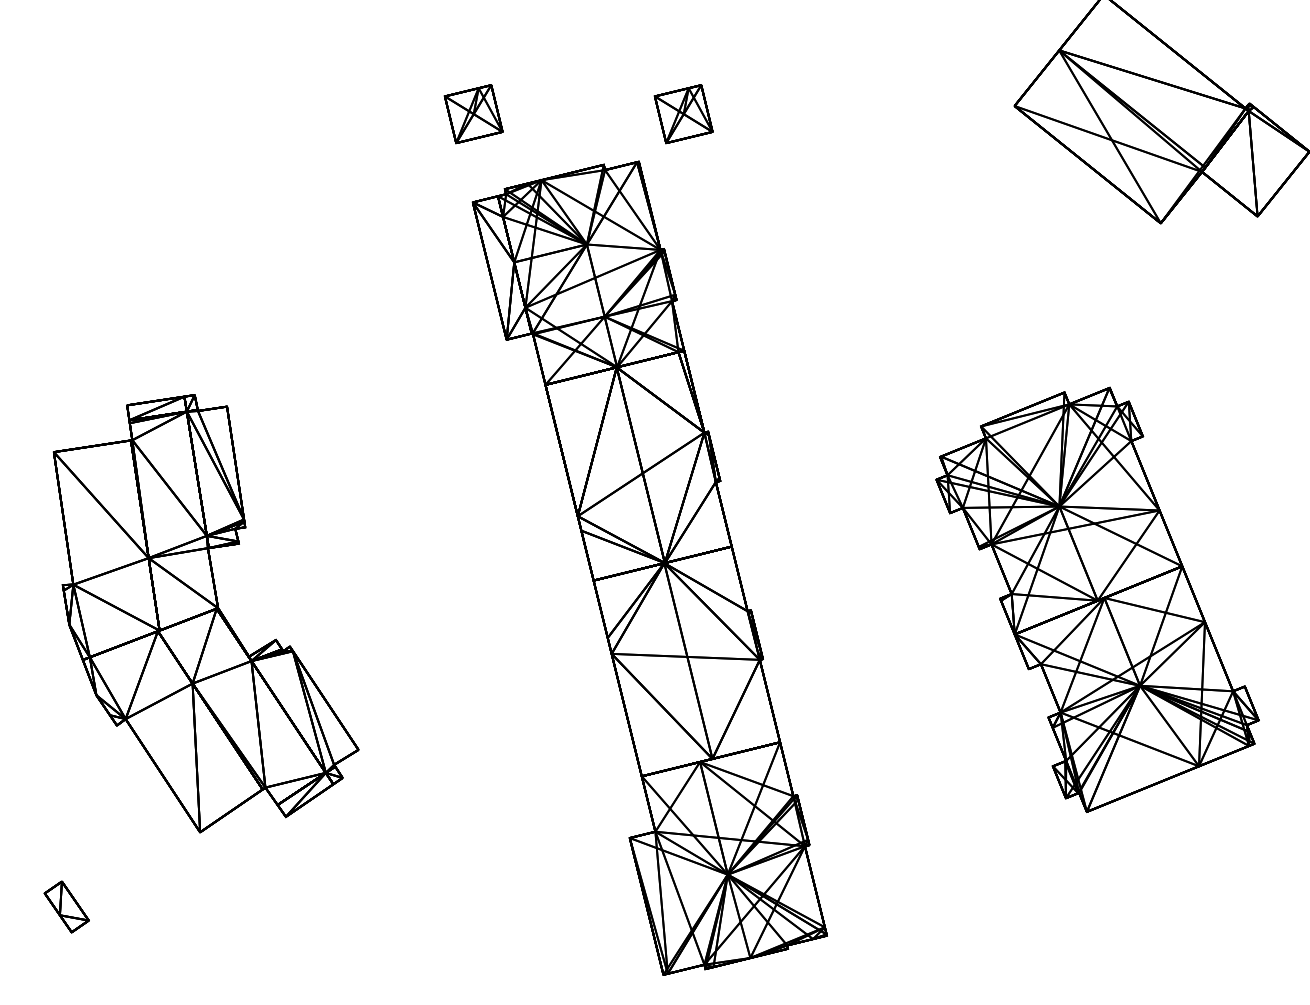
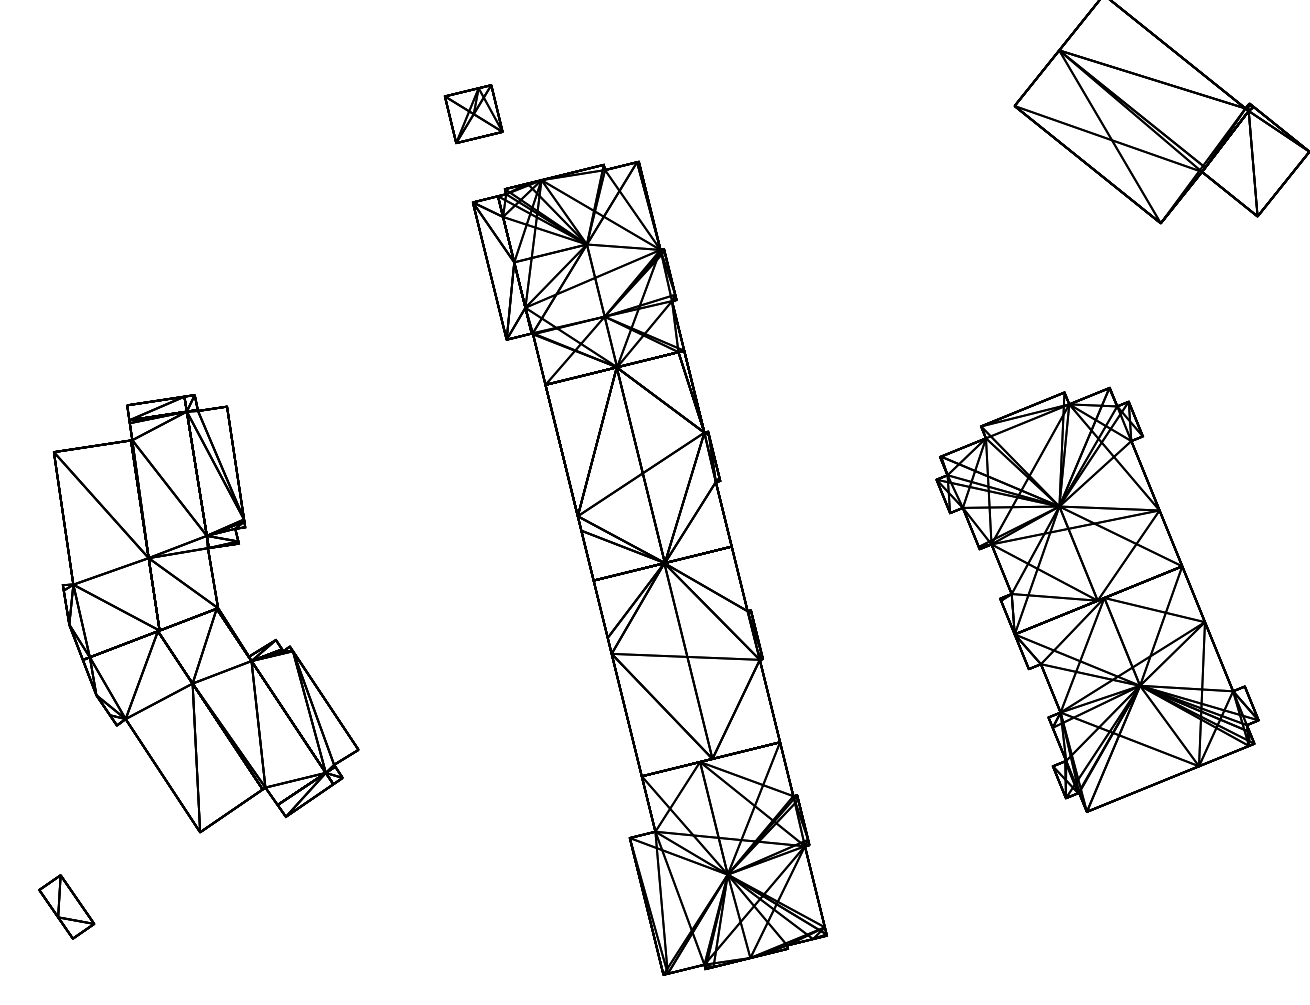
part at (683, 114): present -> none
part at (66, 906) size: 47x54 px -> 58x66 px
